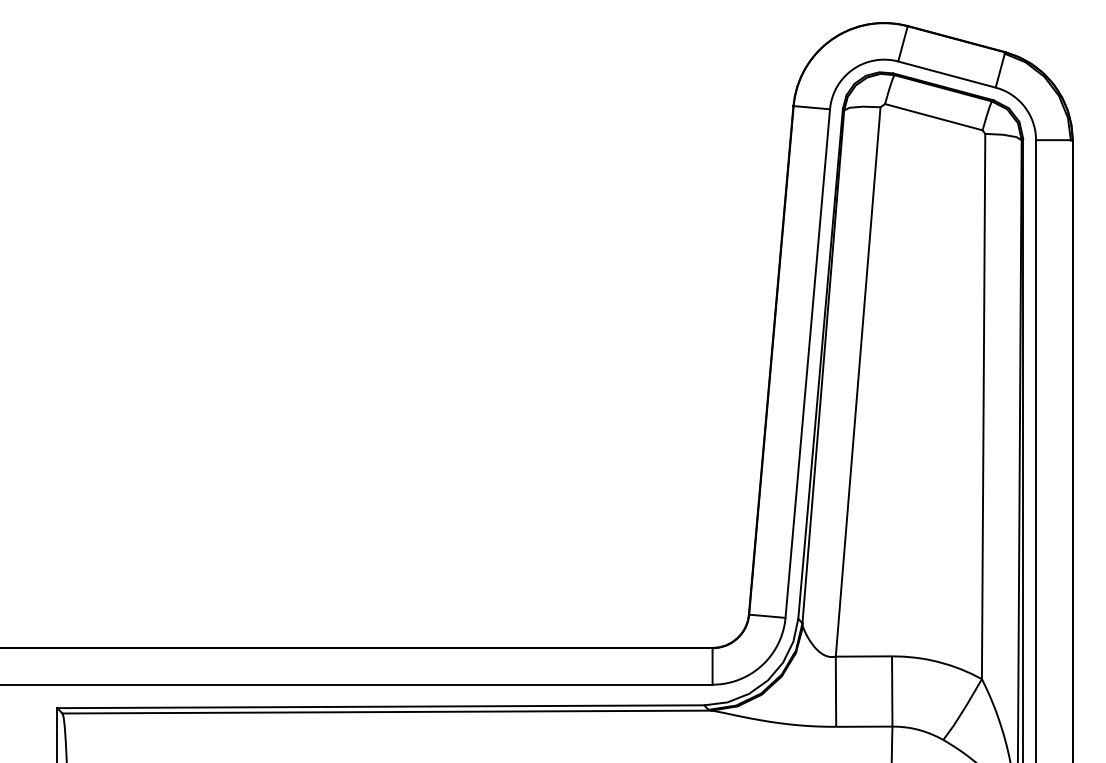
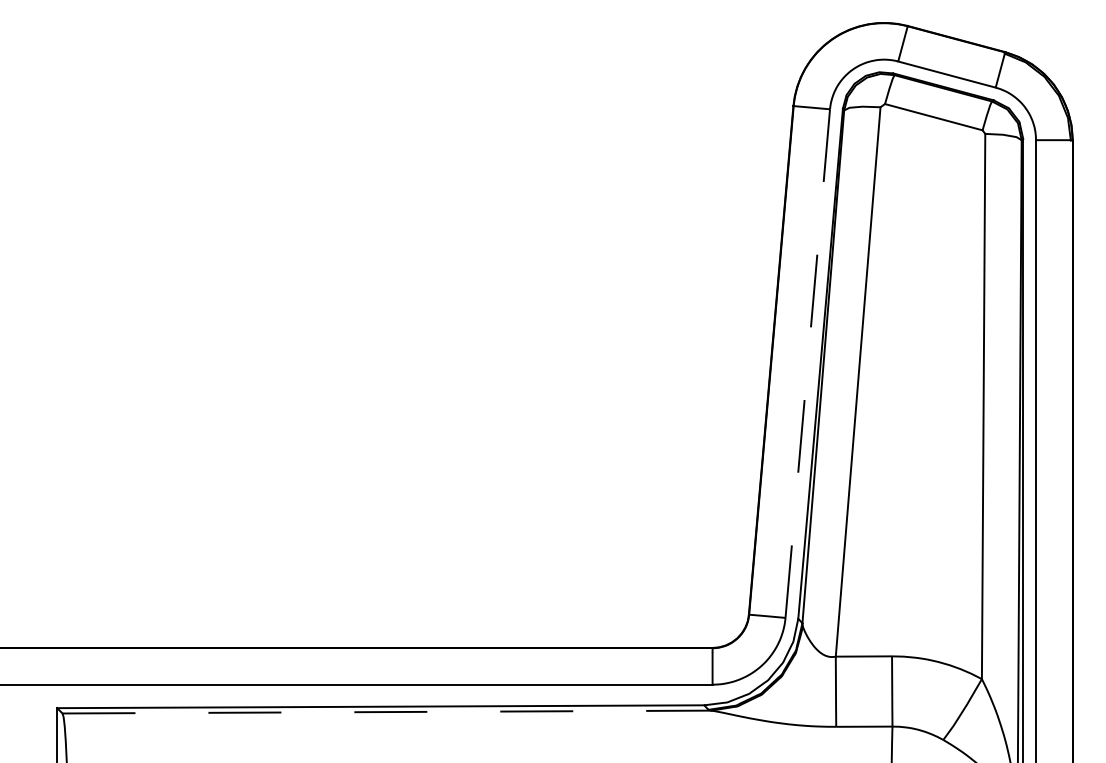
line at (807, 364): solid -> dashed
line at (387, 712): solid -> dashed
